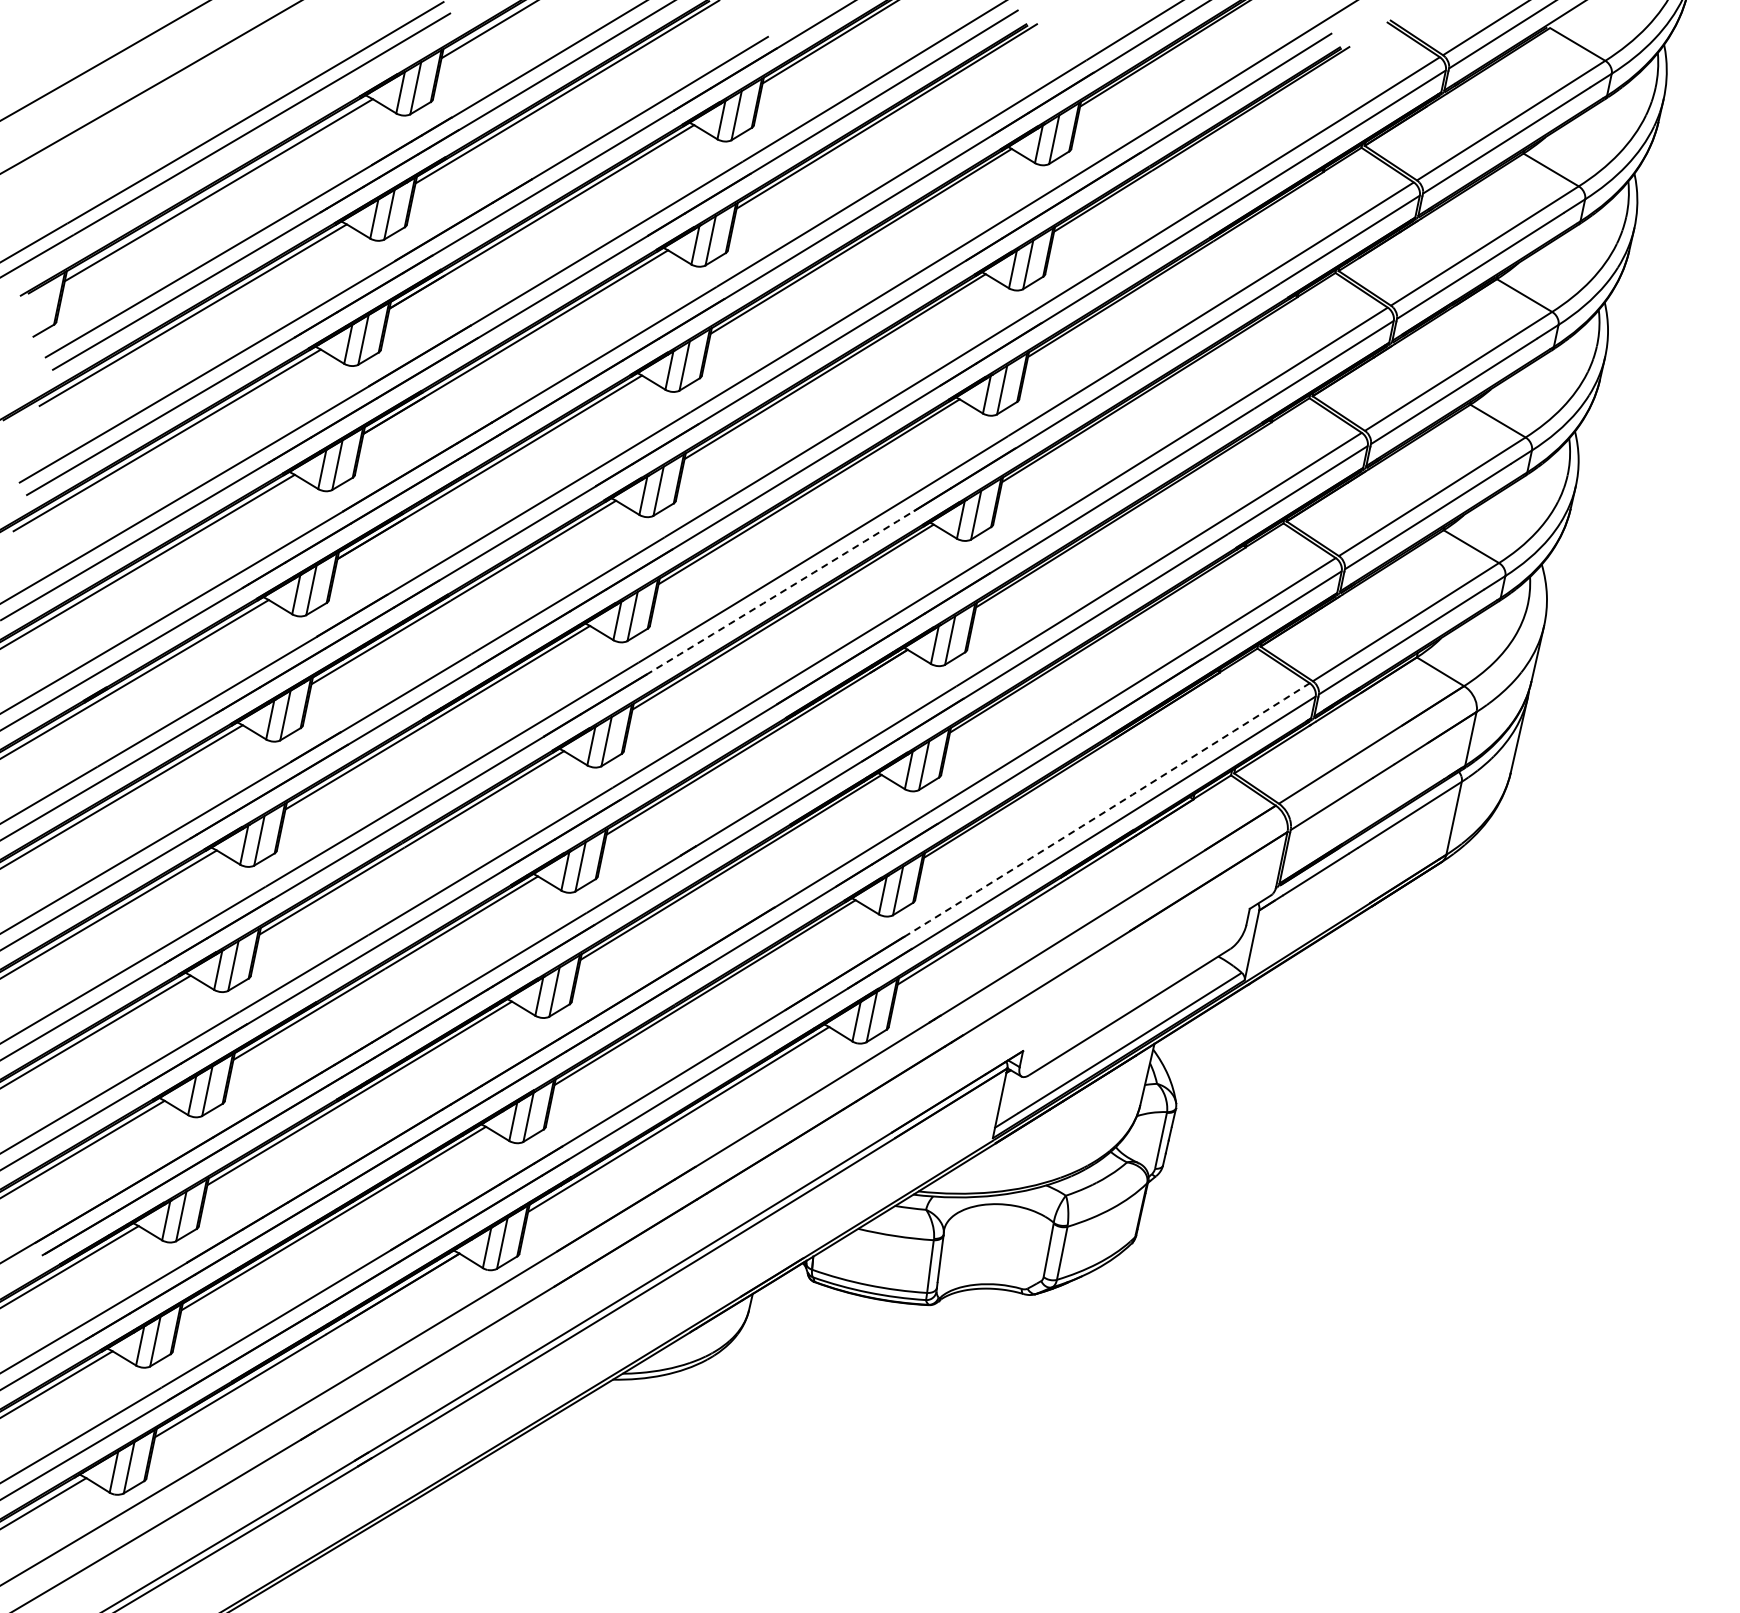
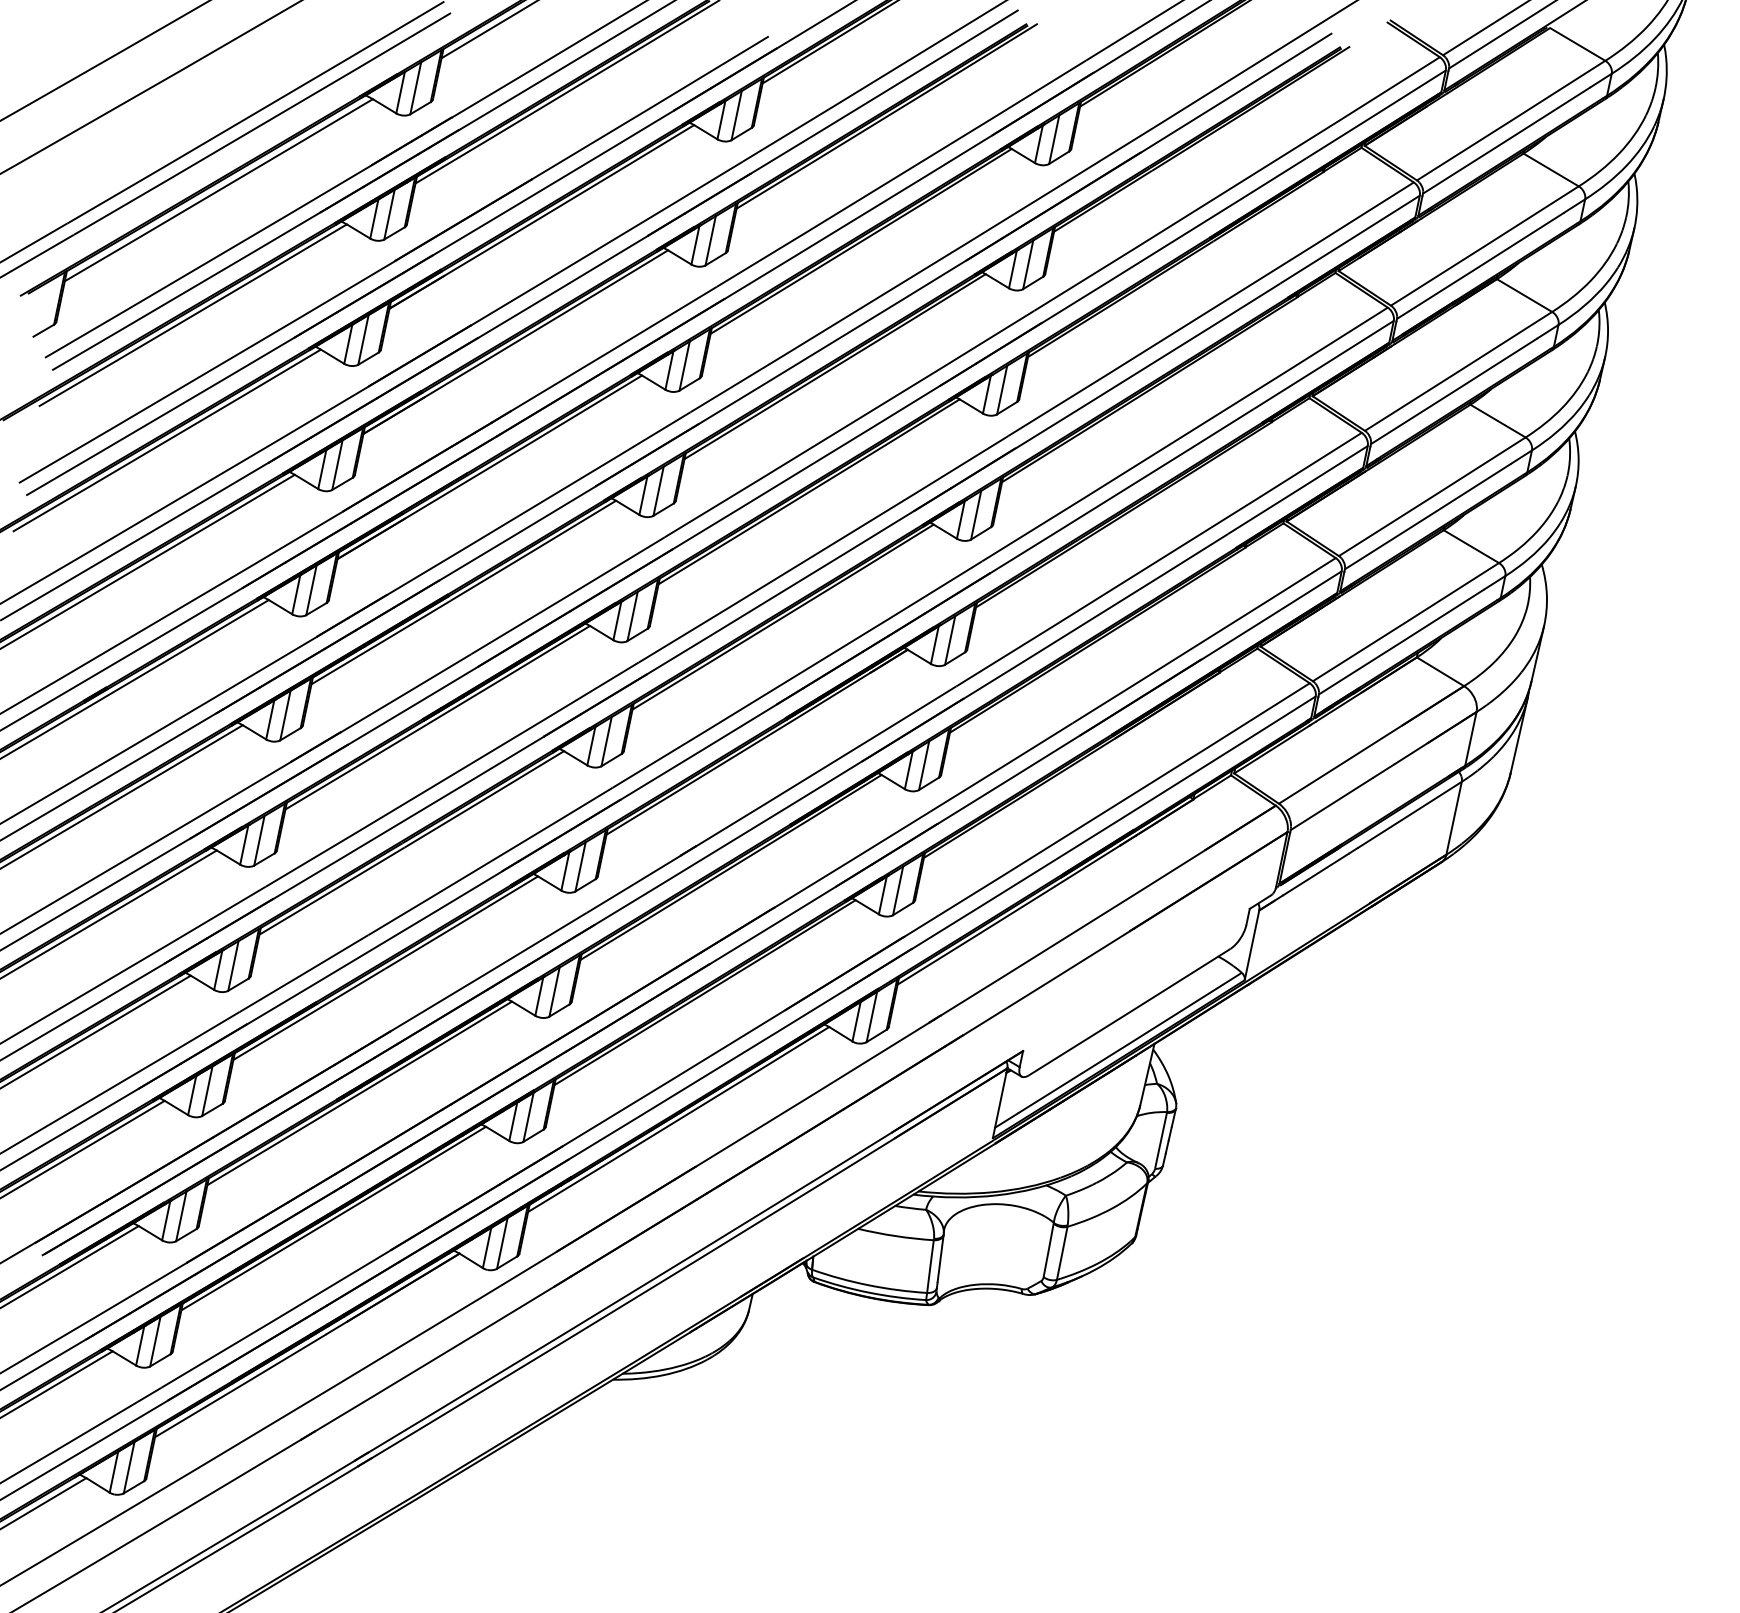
arc at (780, 593): dashed -> solid
arc at (1107, 810): dashed -> solid
